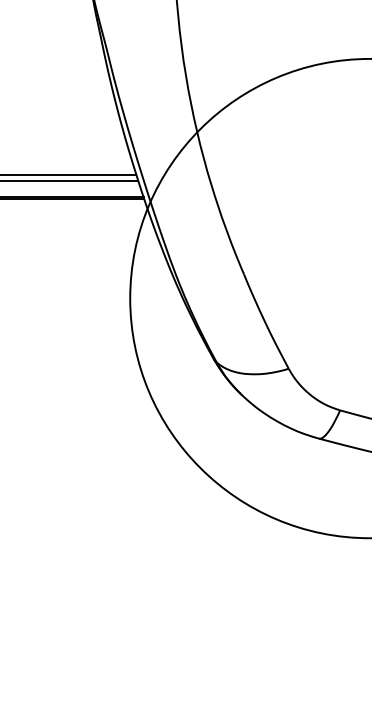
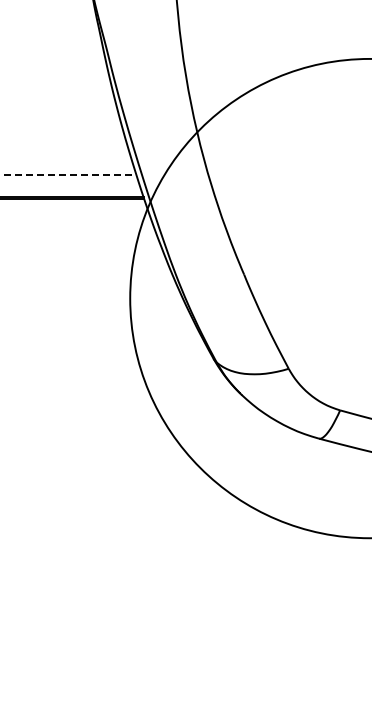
line at (68, 174): solid -> dashed
line at (70, 181): present -> none
